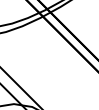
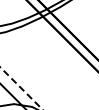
line at (21, 88): solid -> dashed
